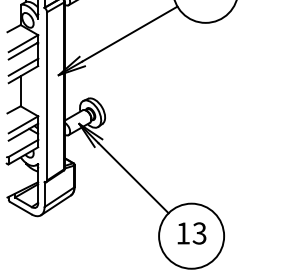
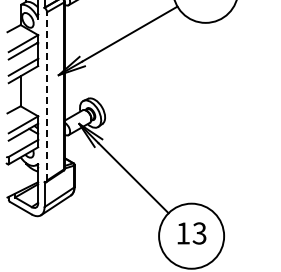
line at (47, 95): solid -> dashed
